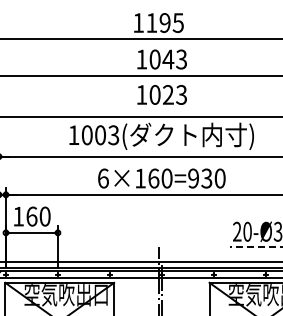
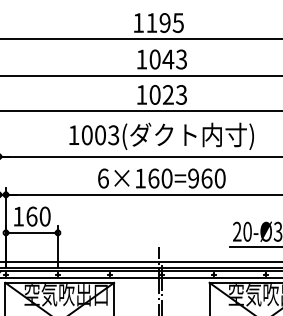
line at (140, 117) position: (140, 117) -> (140, 111)
text at (206, 178): 6×160=930 -> 6×160=960
line at (255, 246): dashed -> solid
